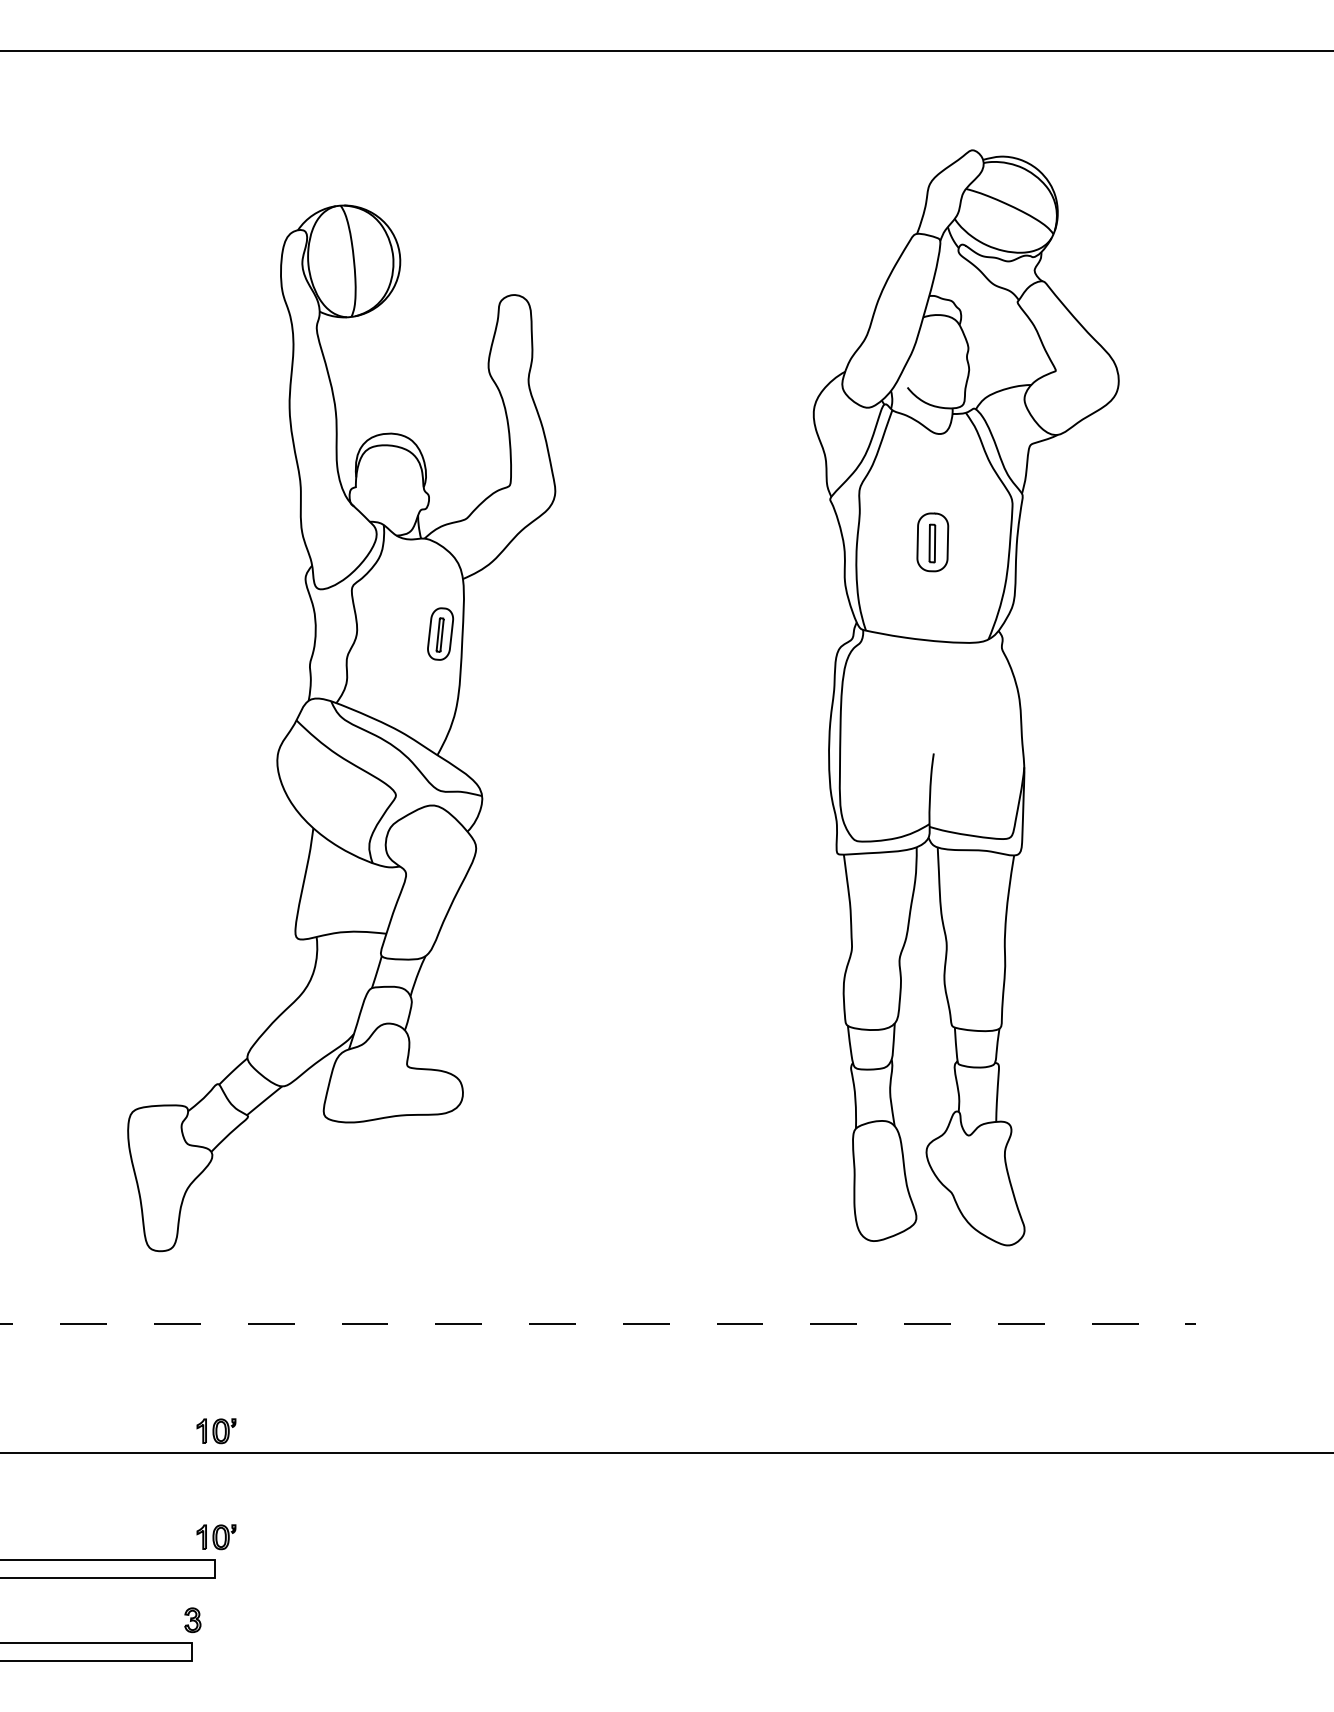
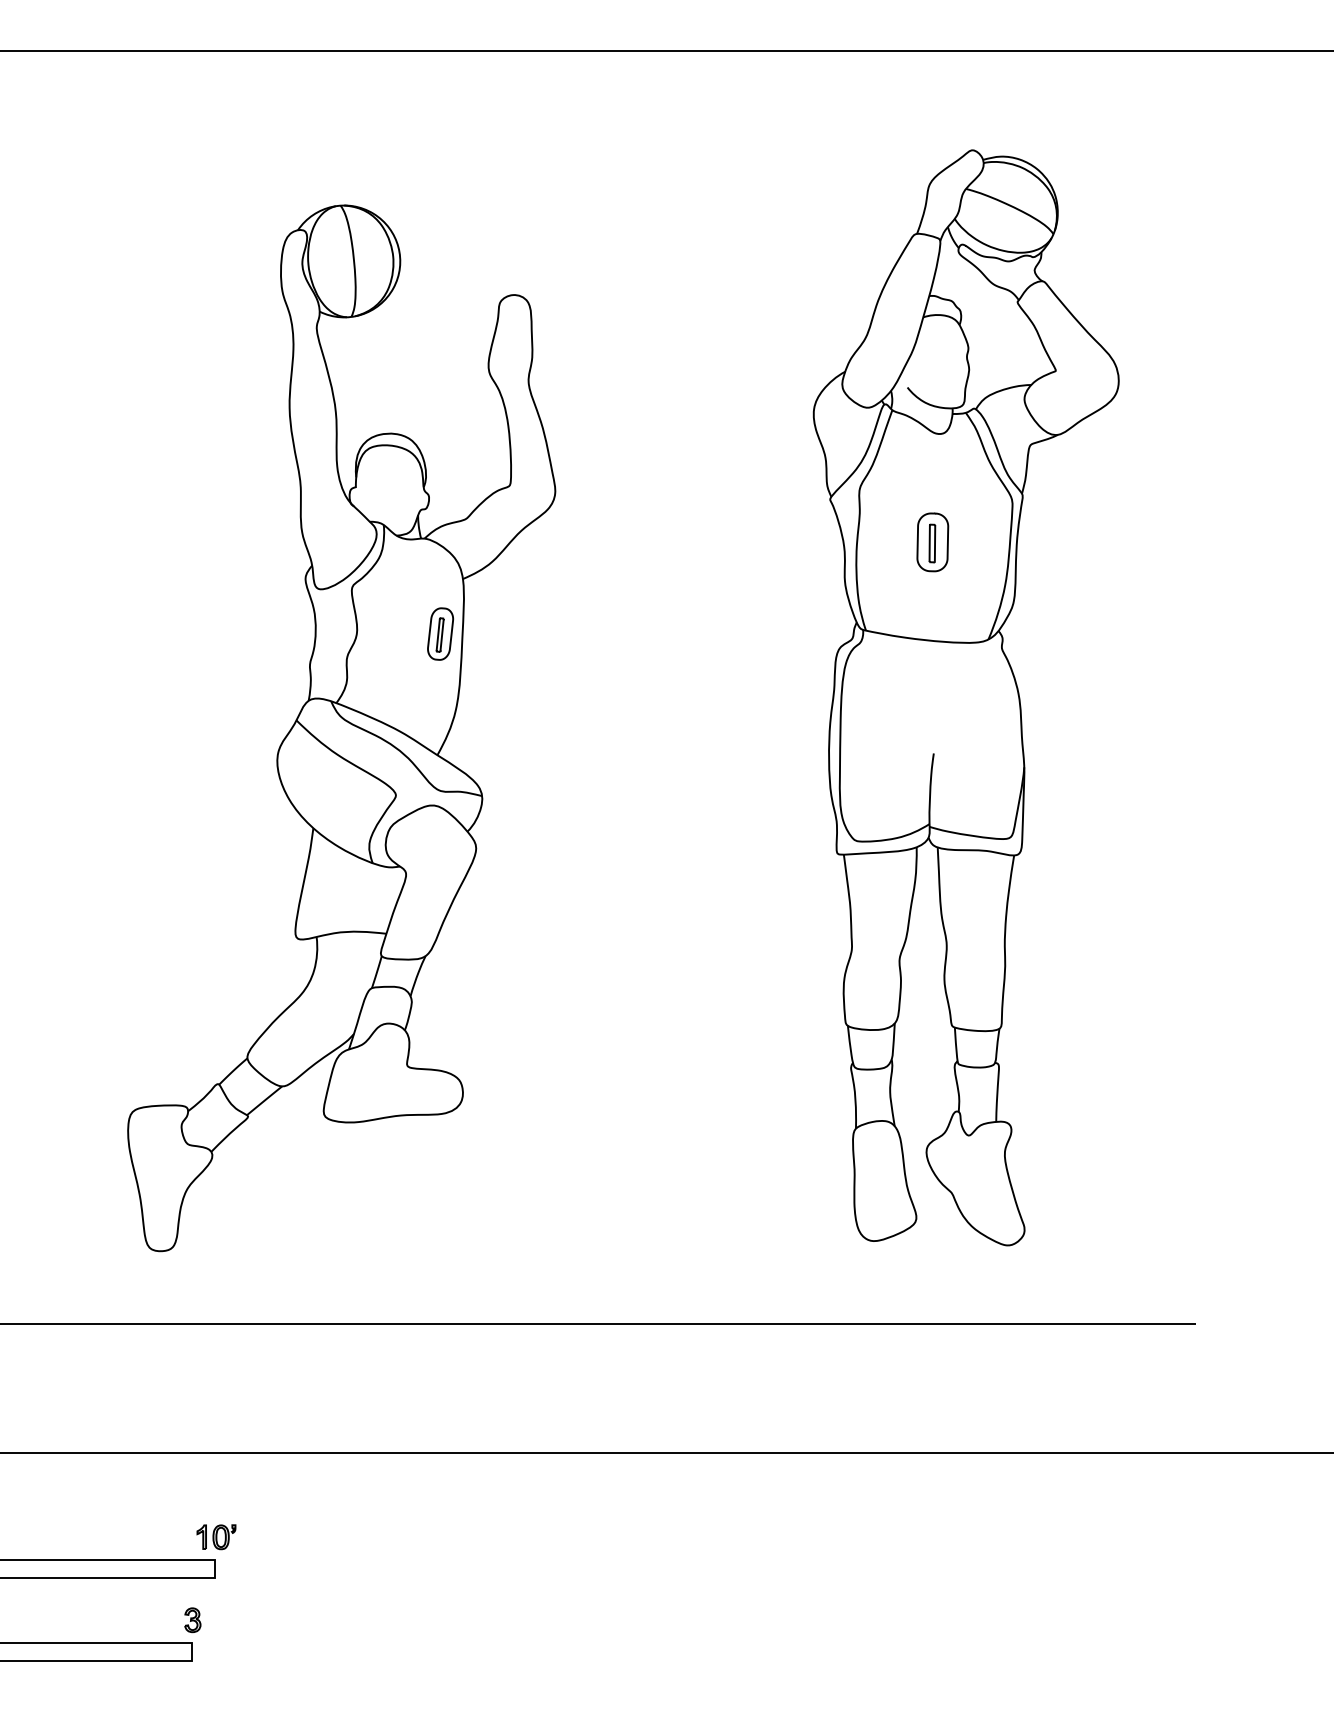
line at (598, 1324): dashed -> solid
part at (216, 1431): present -> none
